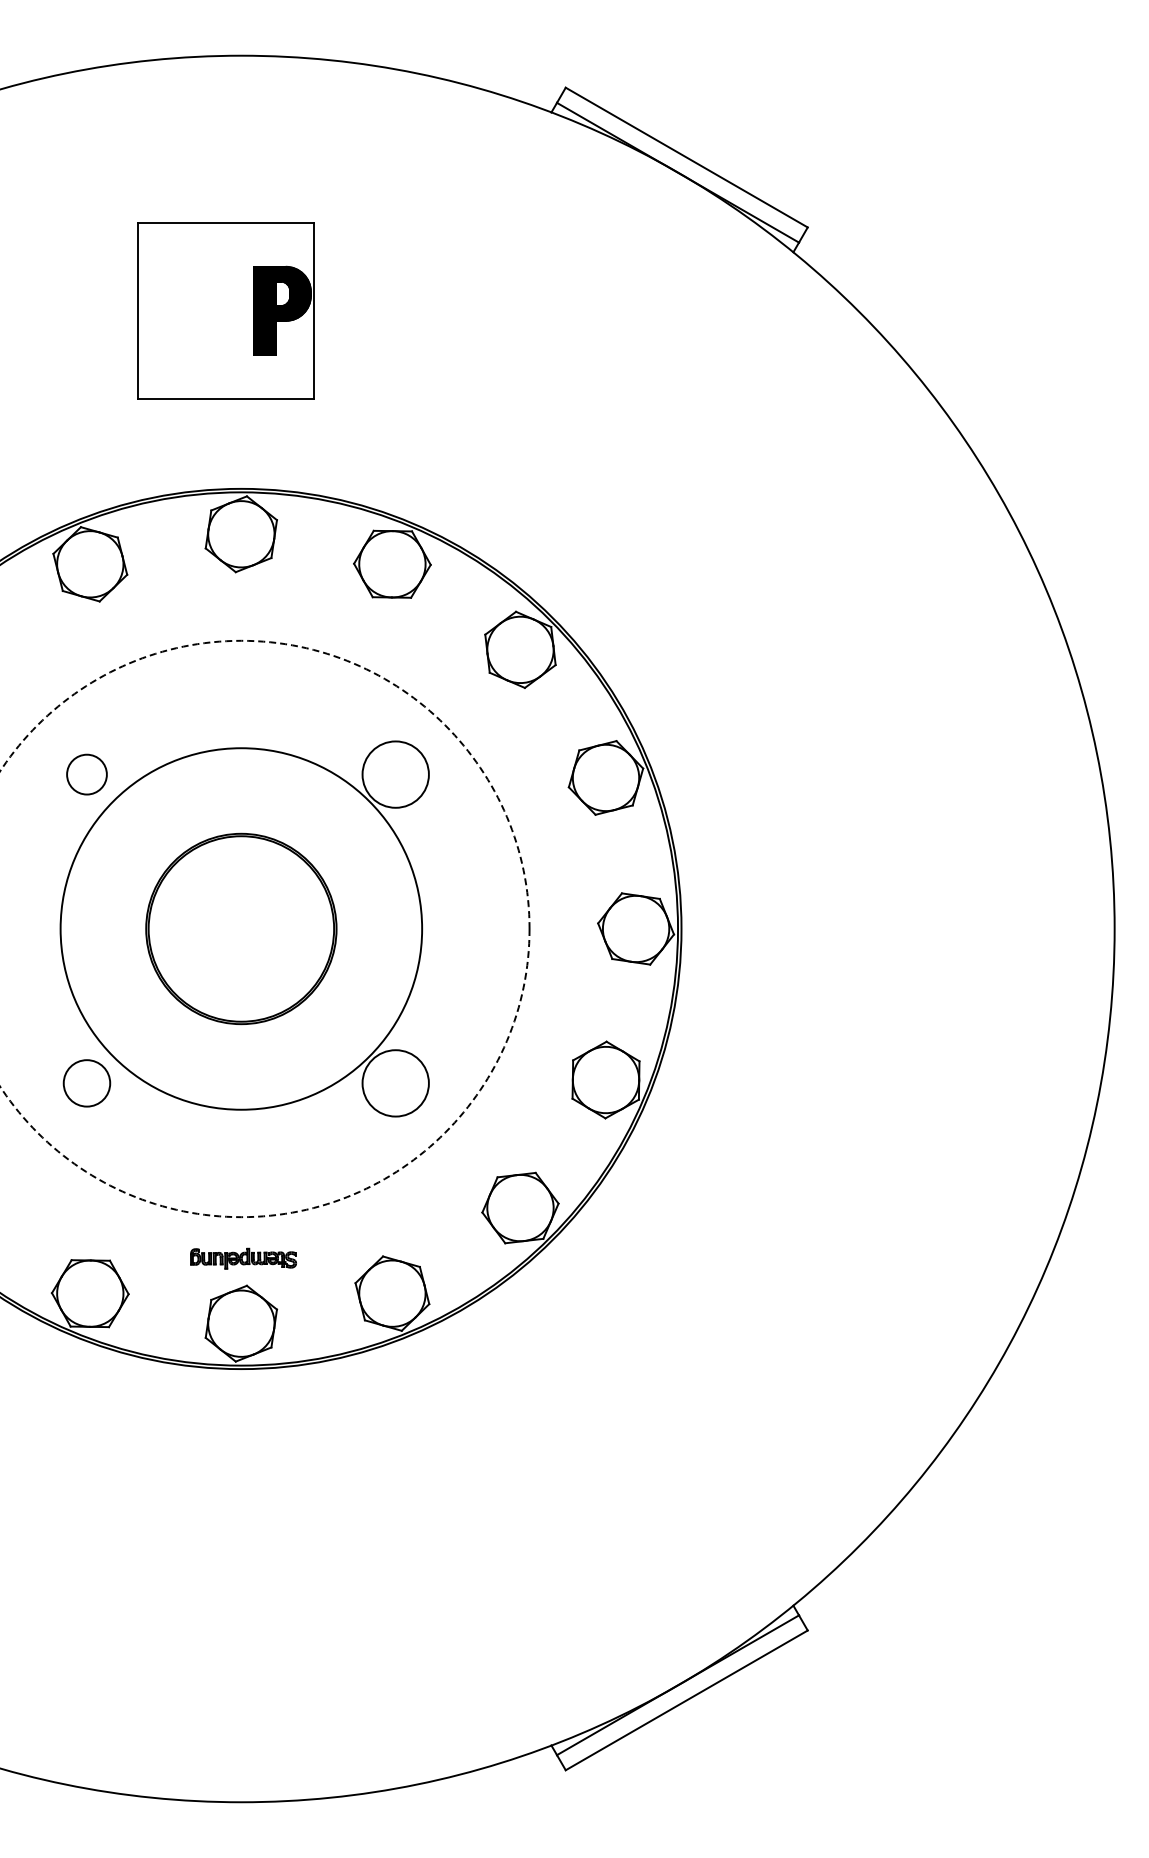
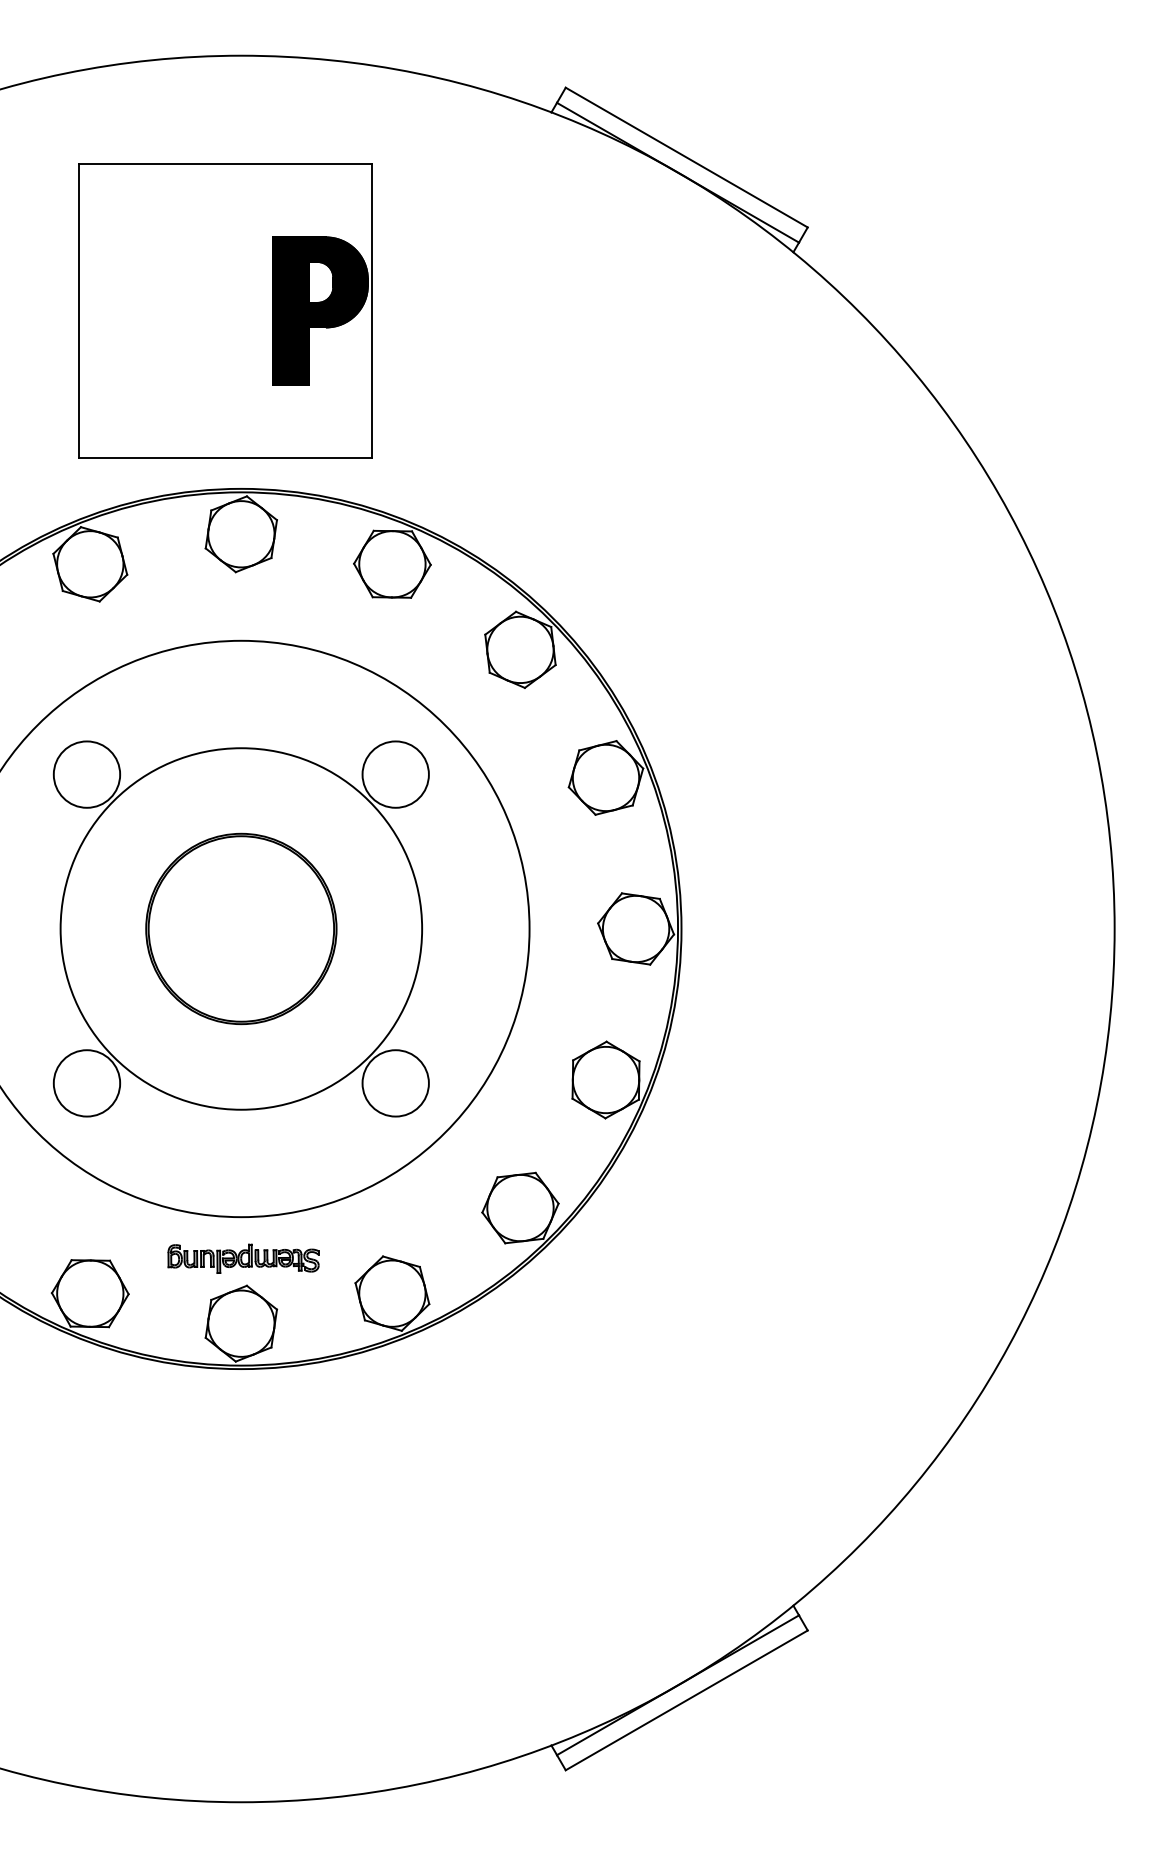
part at (225, 310) size: 178x178 px -> 295x296 px
circle at (86, 774) diameter: 40 px -> 66 px
circle at (264, 928): dashed -> solid
circle at (86, 1083) diameter: 46 px -> 66 px
part at (243, 1258) size: 107x23 px -> 153x31 px
